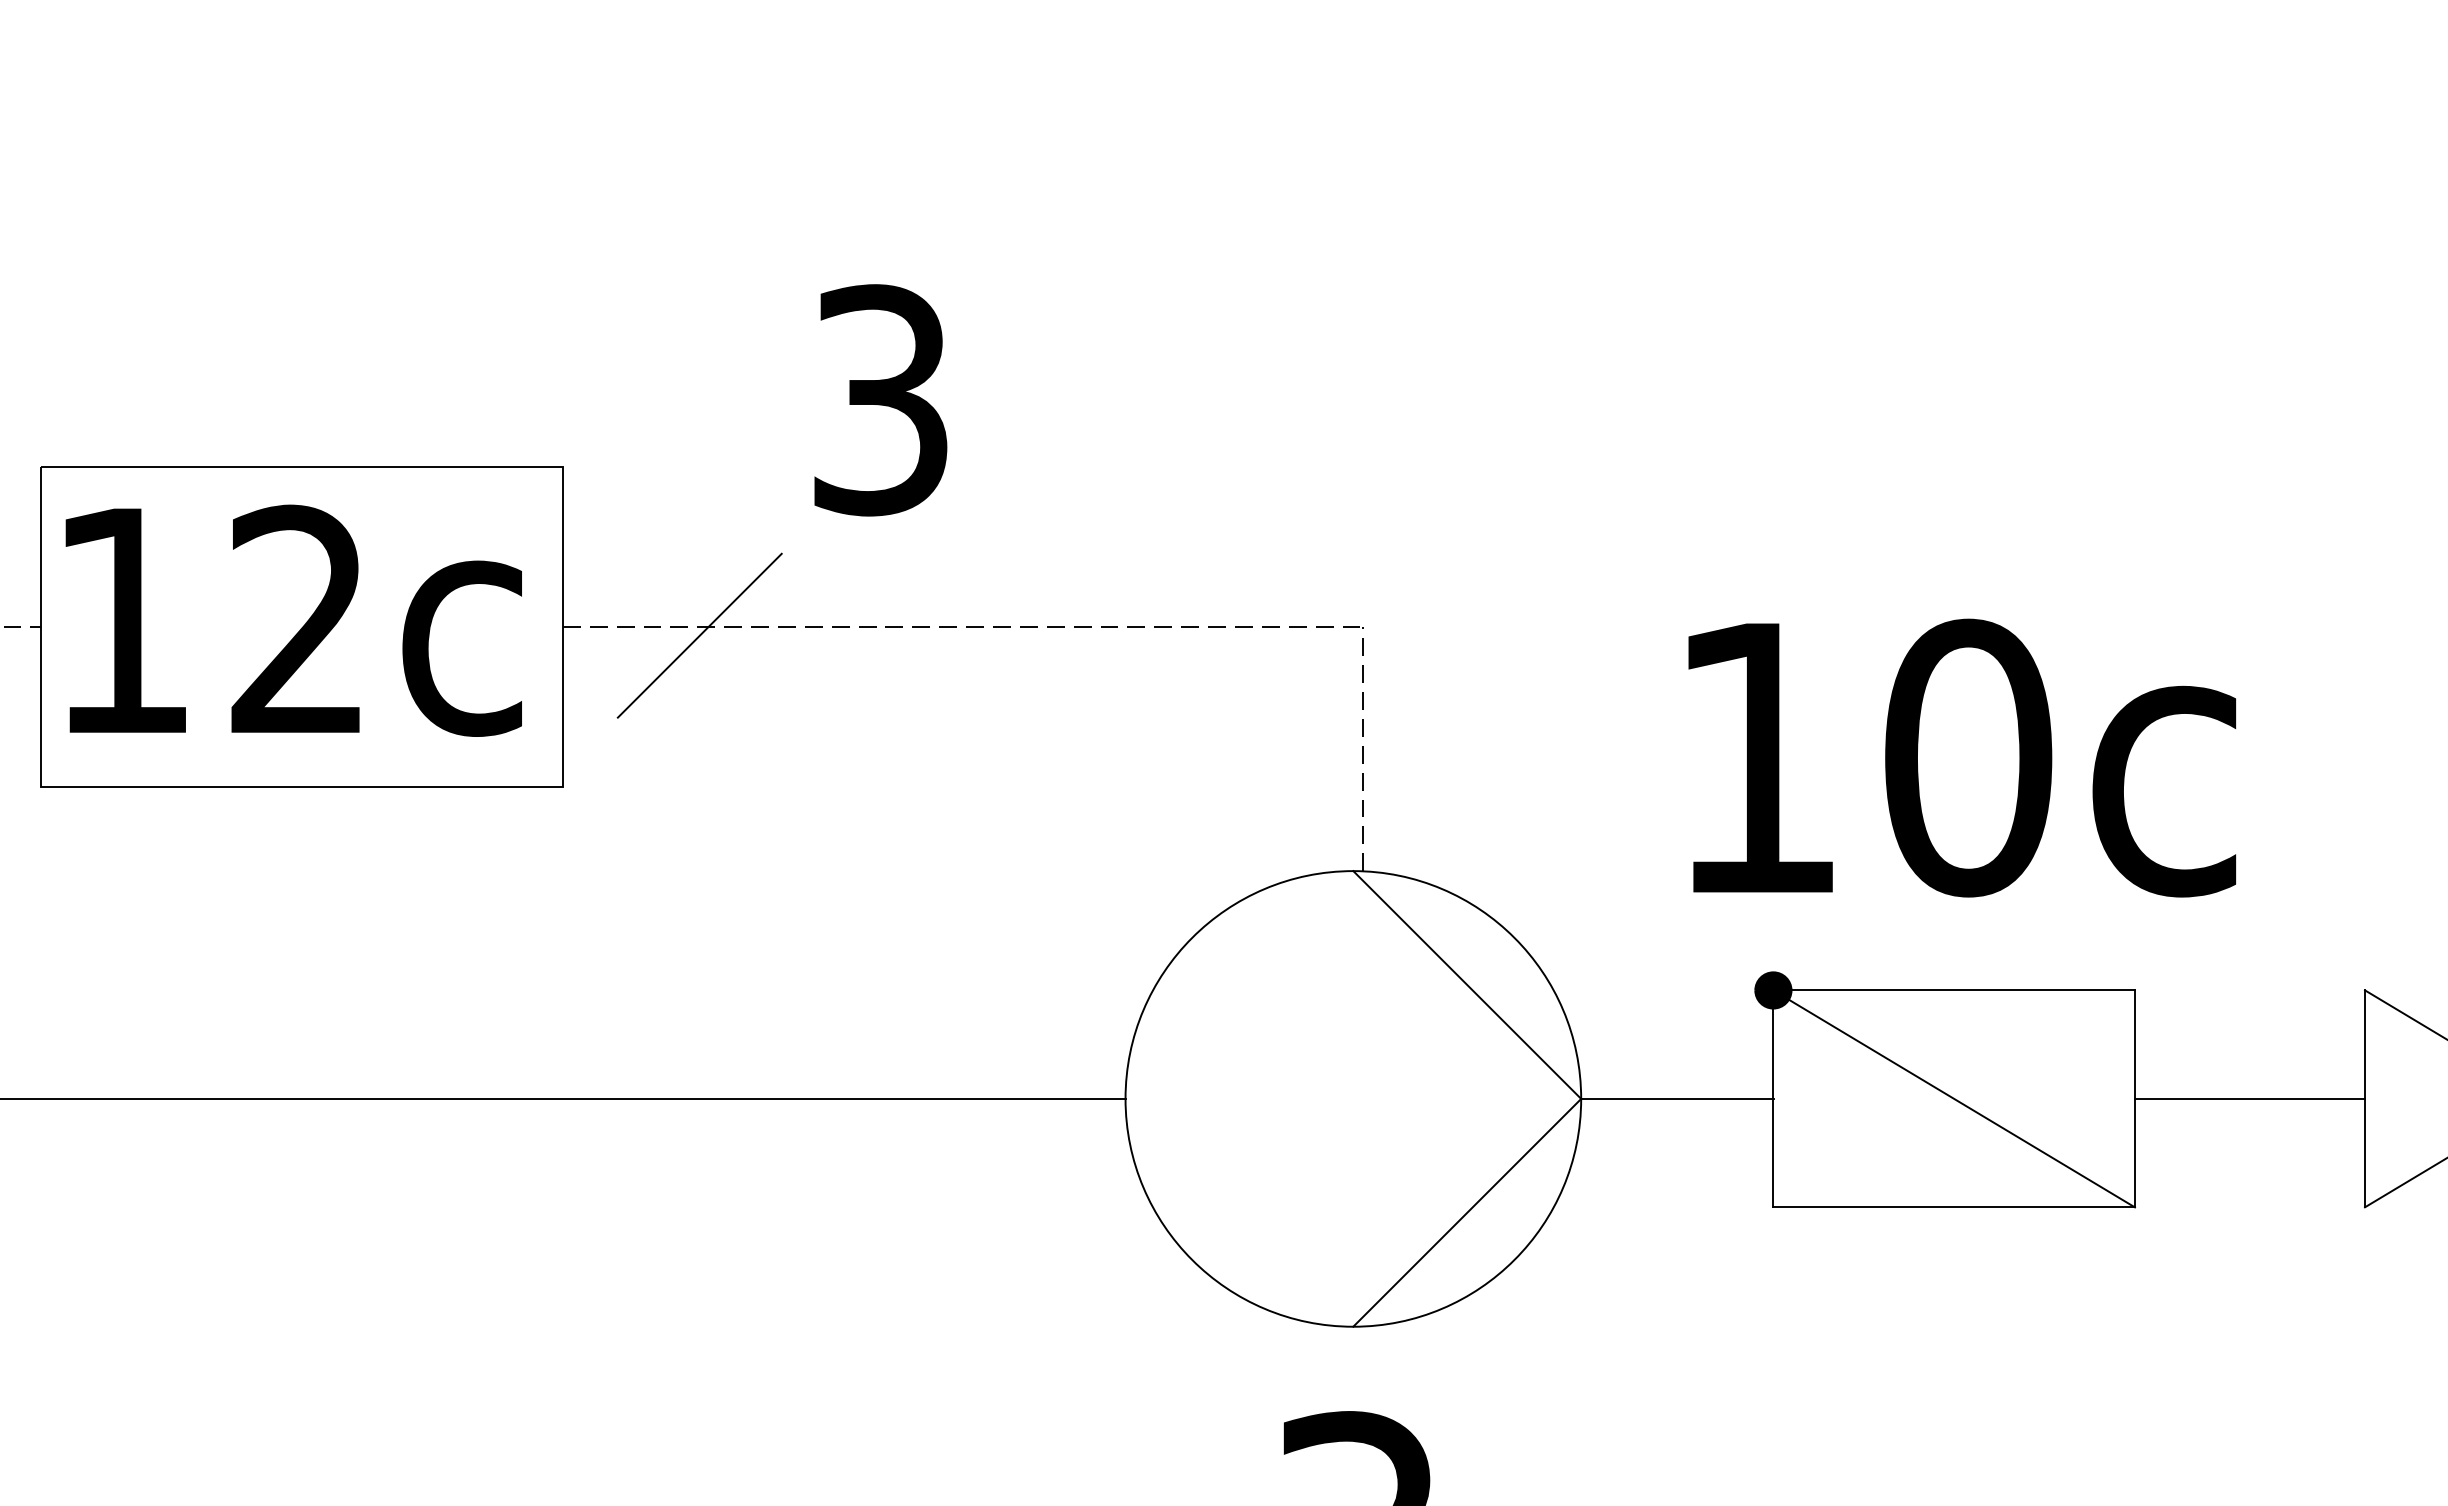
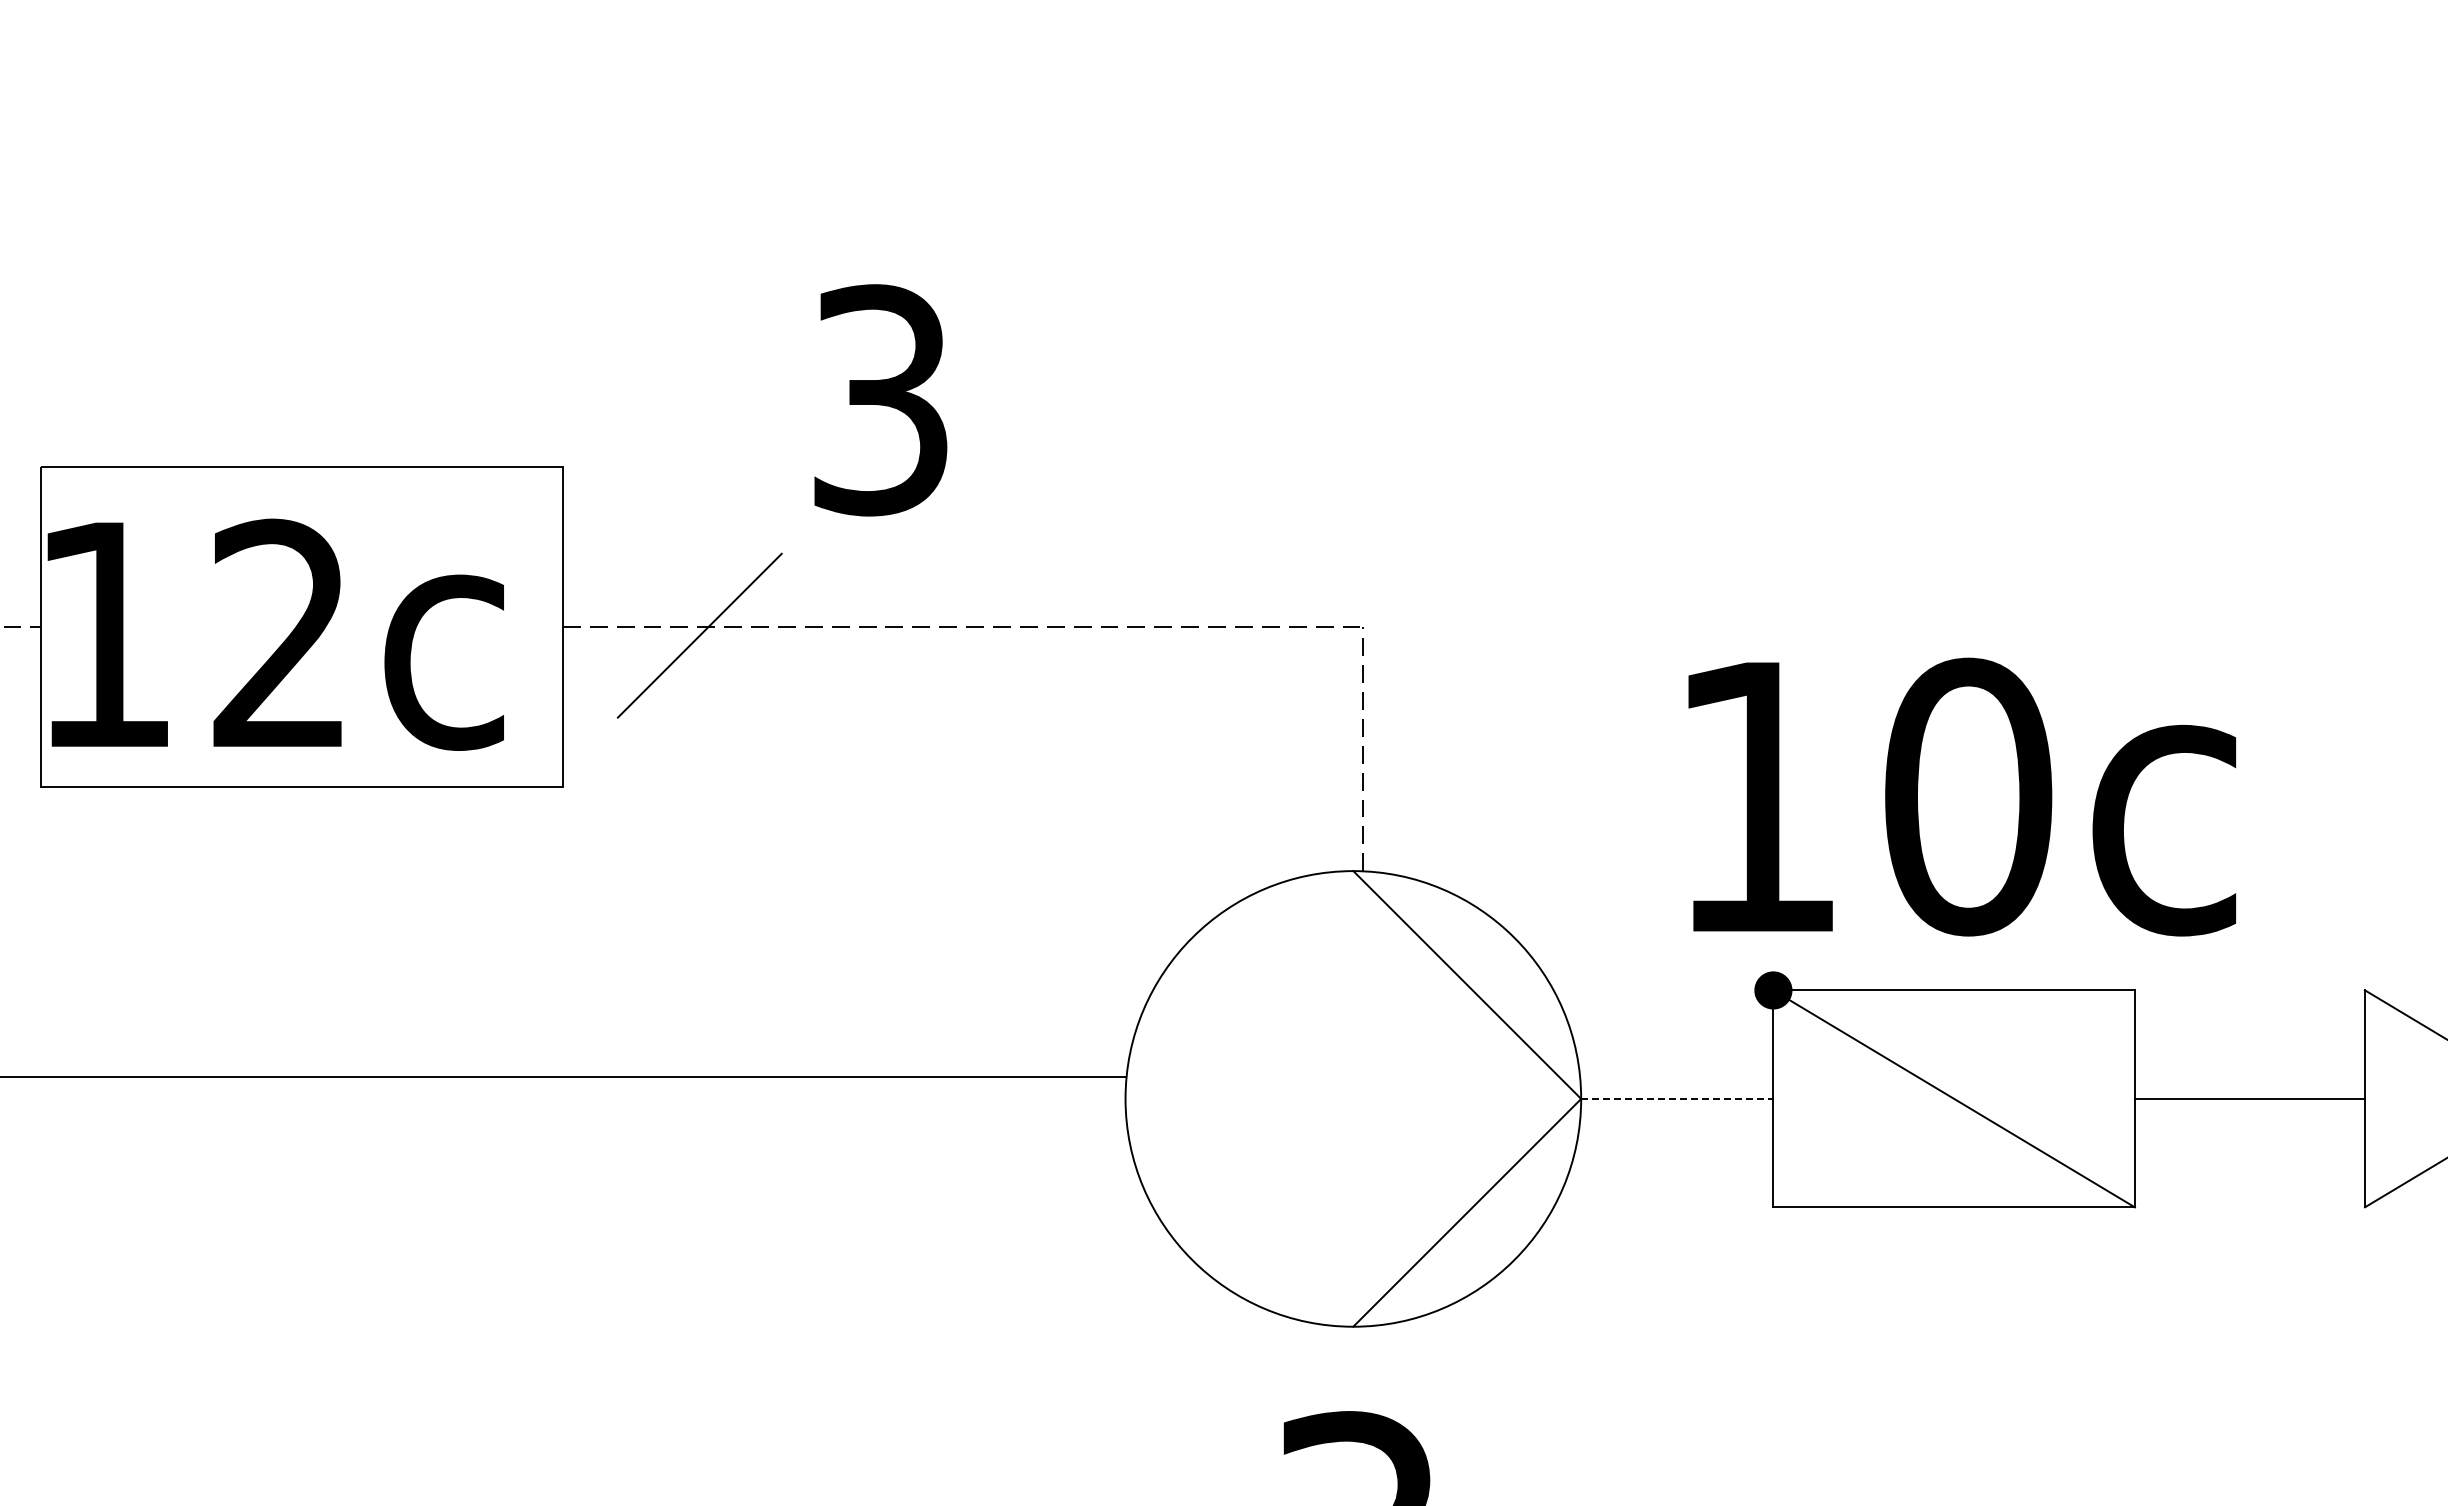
text at (293, 620) position: (293, 620) -> (275, 634)
text at (1962, 757) position: (1962, 757) -> (1962, 796)
line at (563, 1098) position: (563, 1098) -> (563, 1076)
line at (1677, 1098): solid -> dashed
